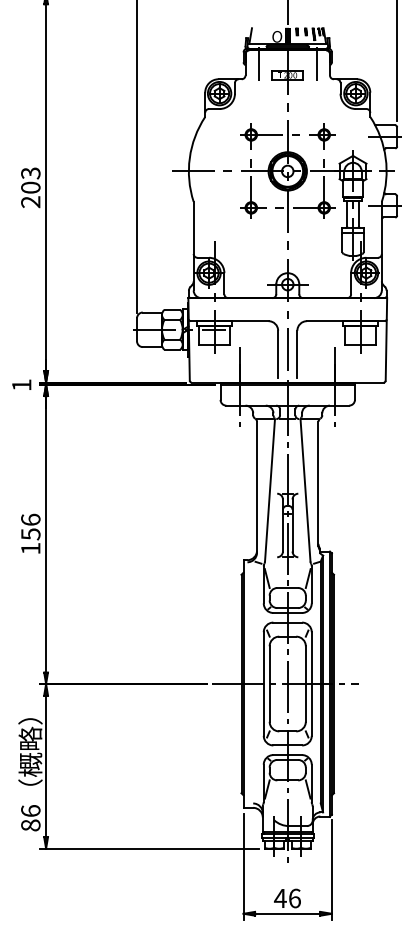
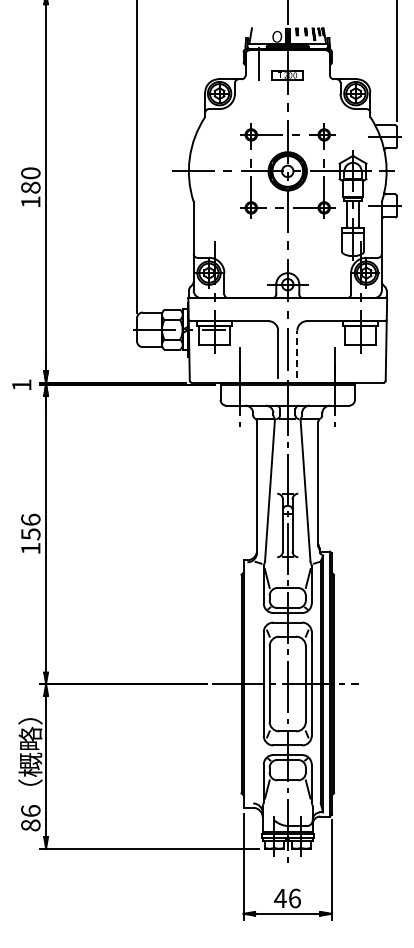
line at (316, 63): present -> none
text at (30, 187): 203 -> 180
line at (297, 353): solid -> dashed
